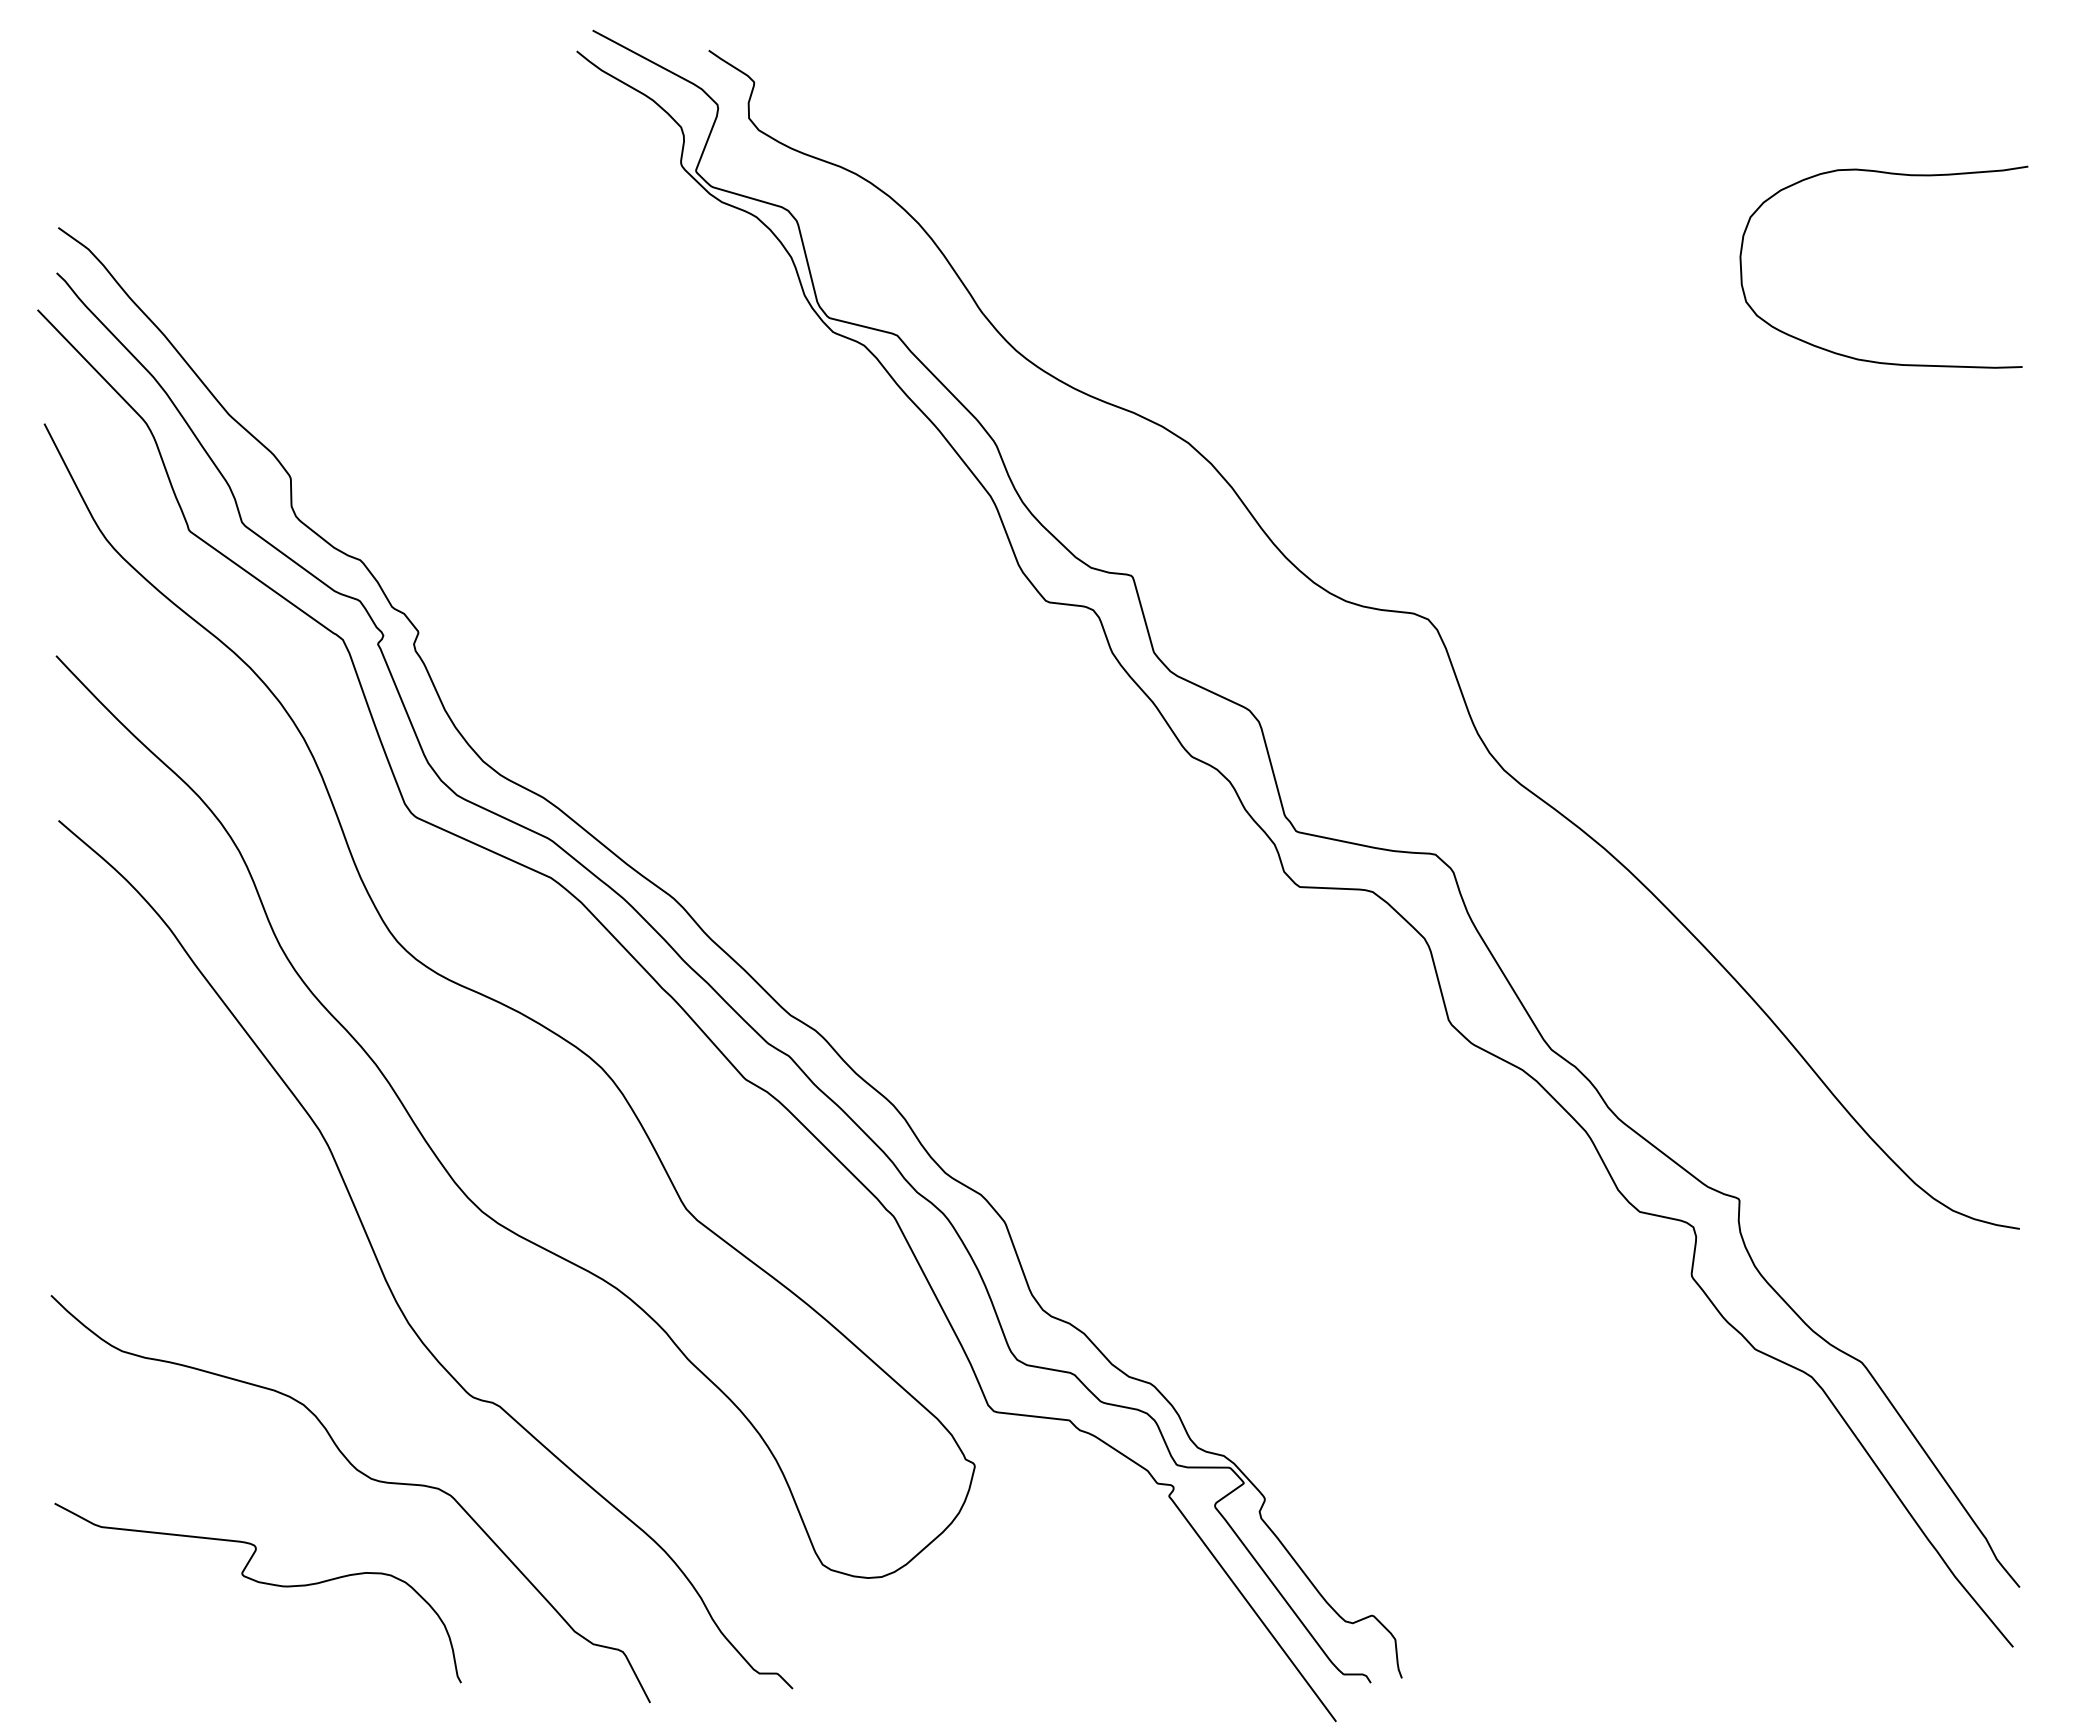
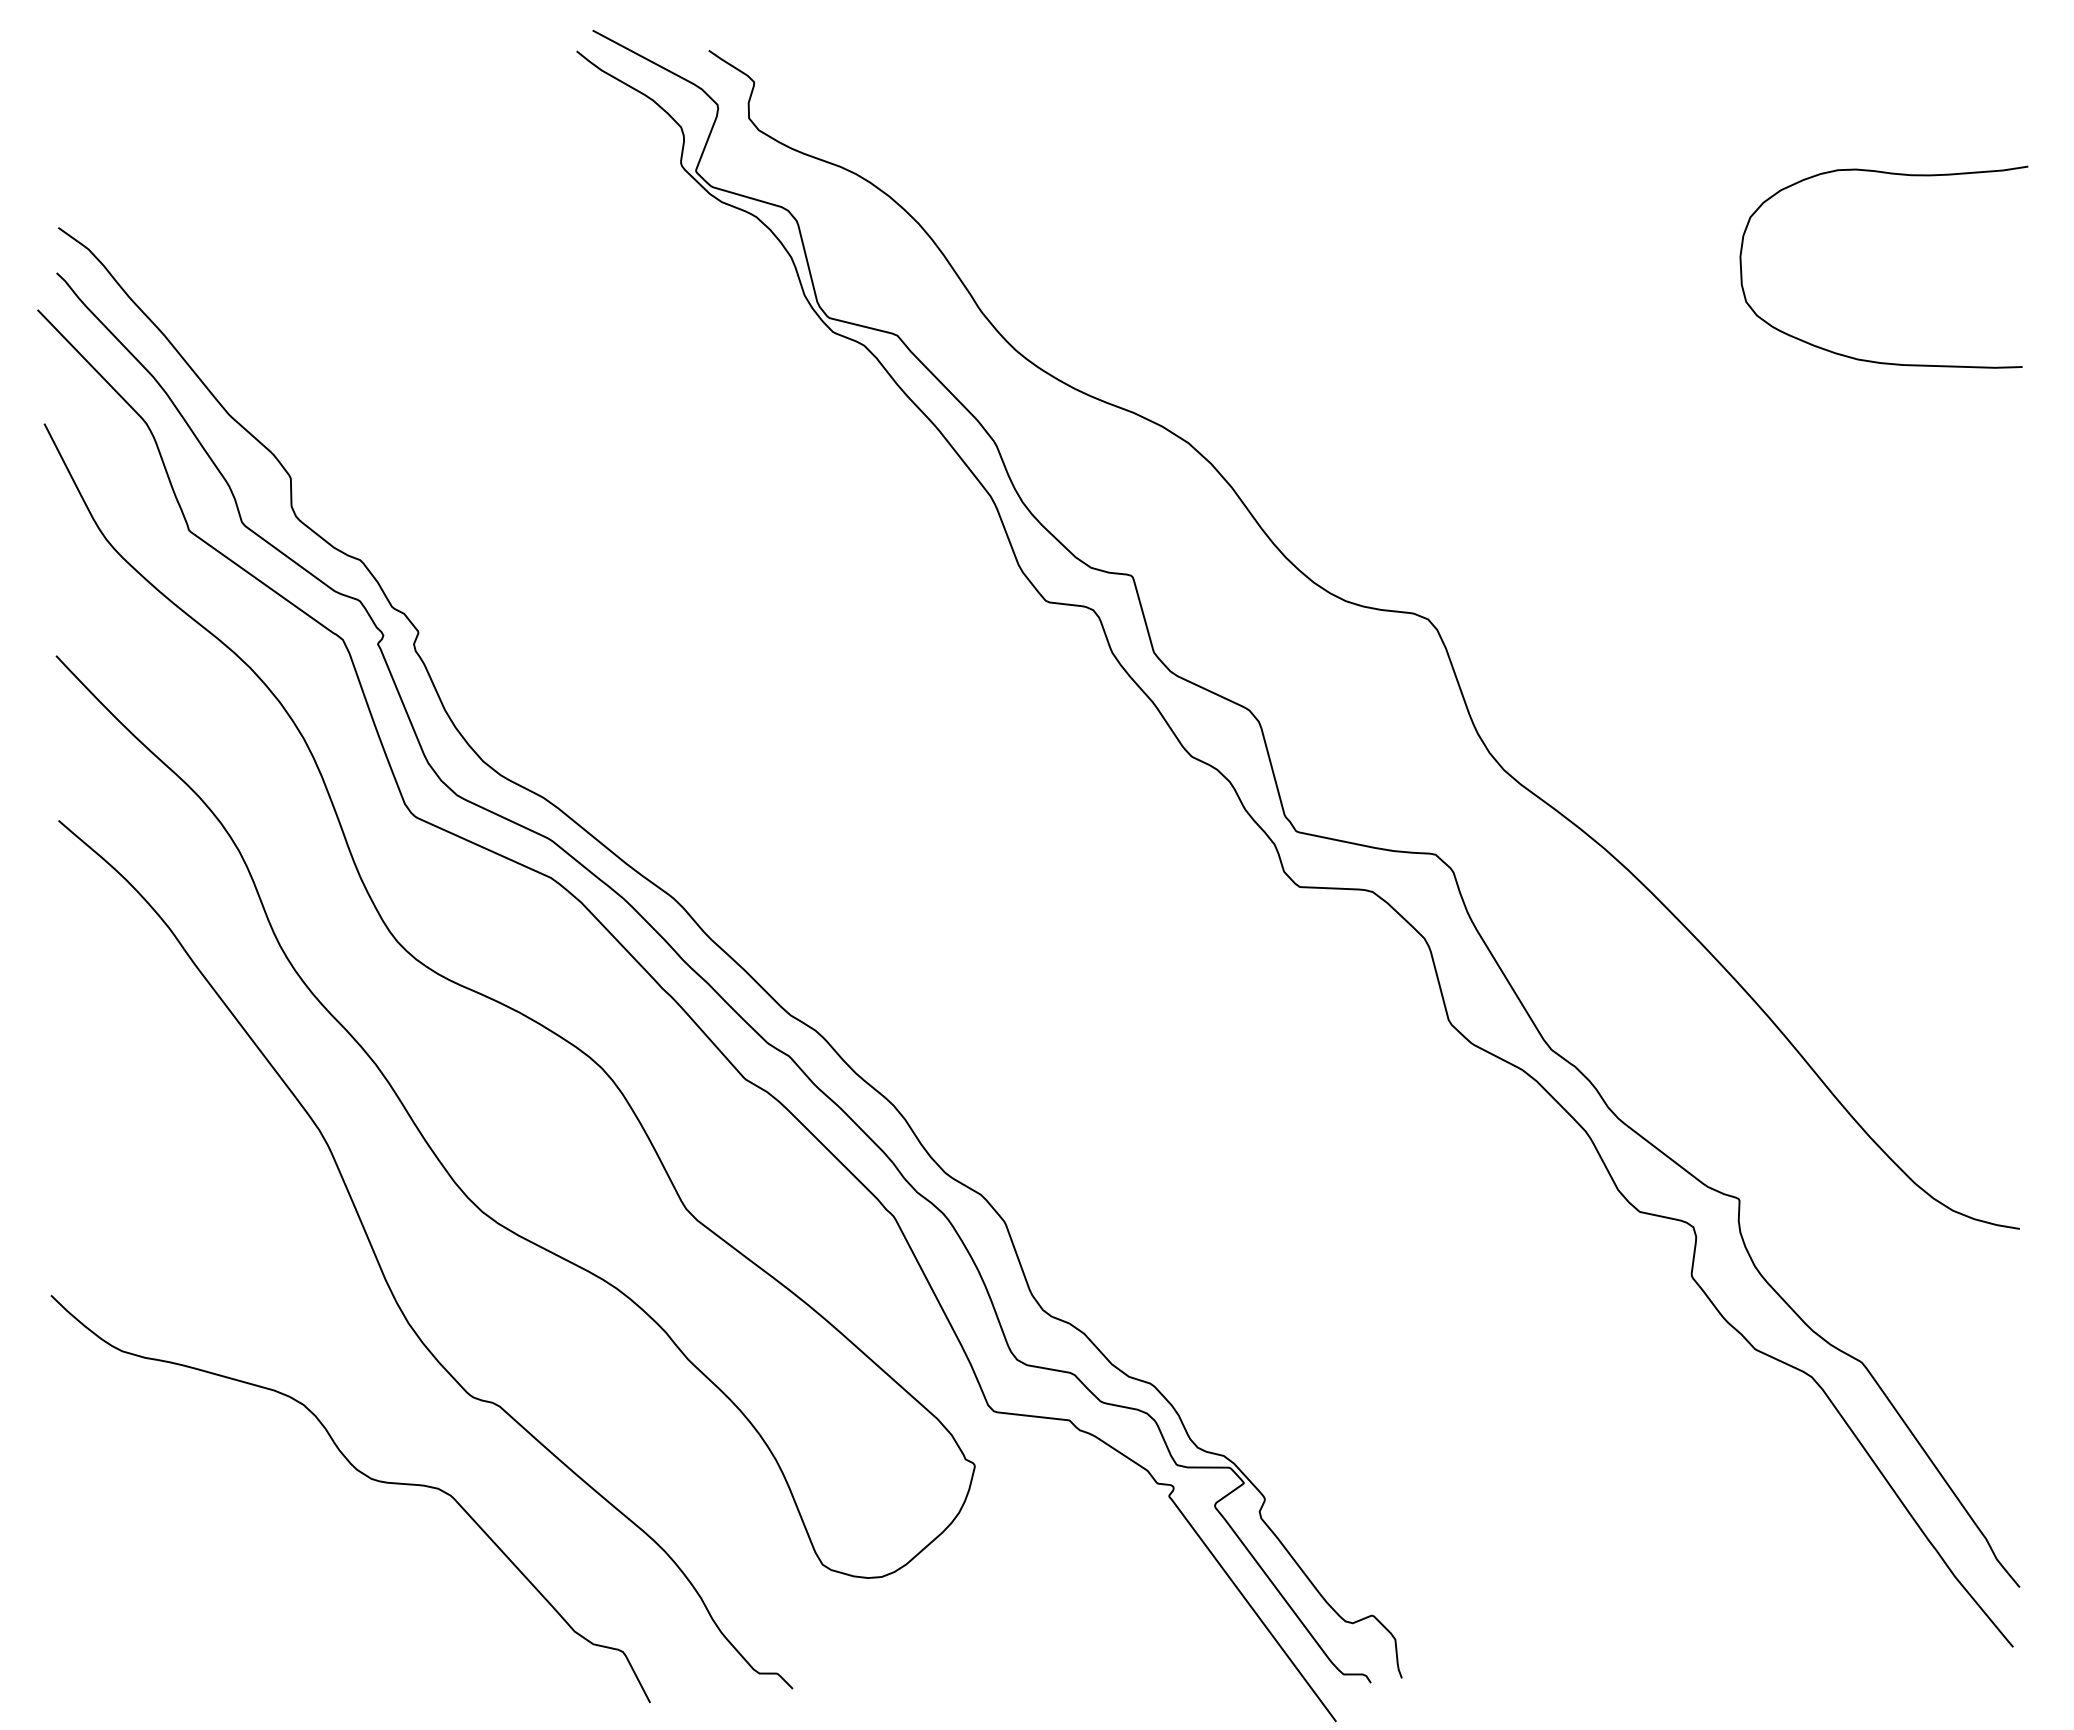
curve at (259, 1583): present -> none
